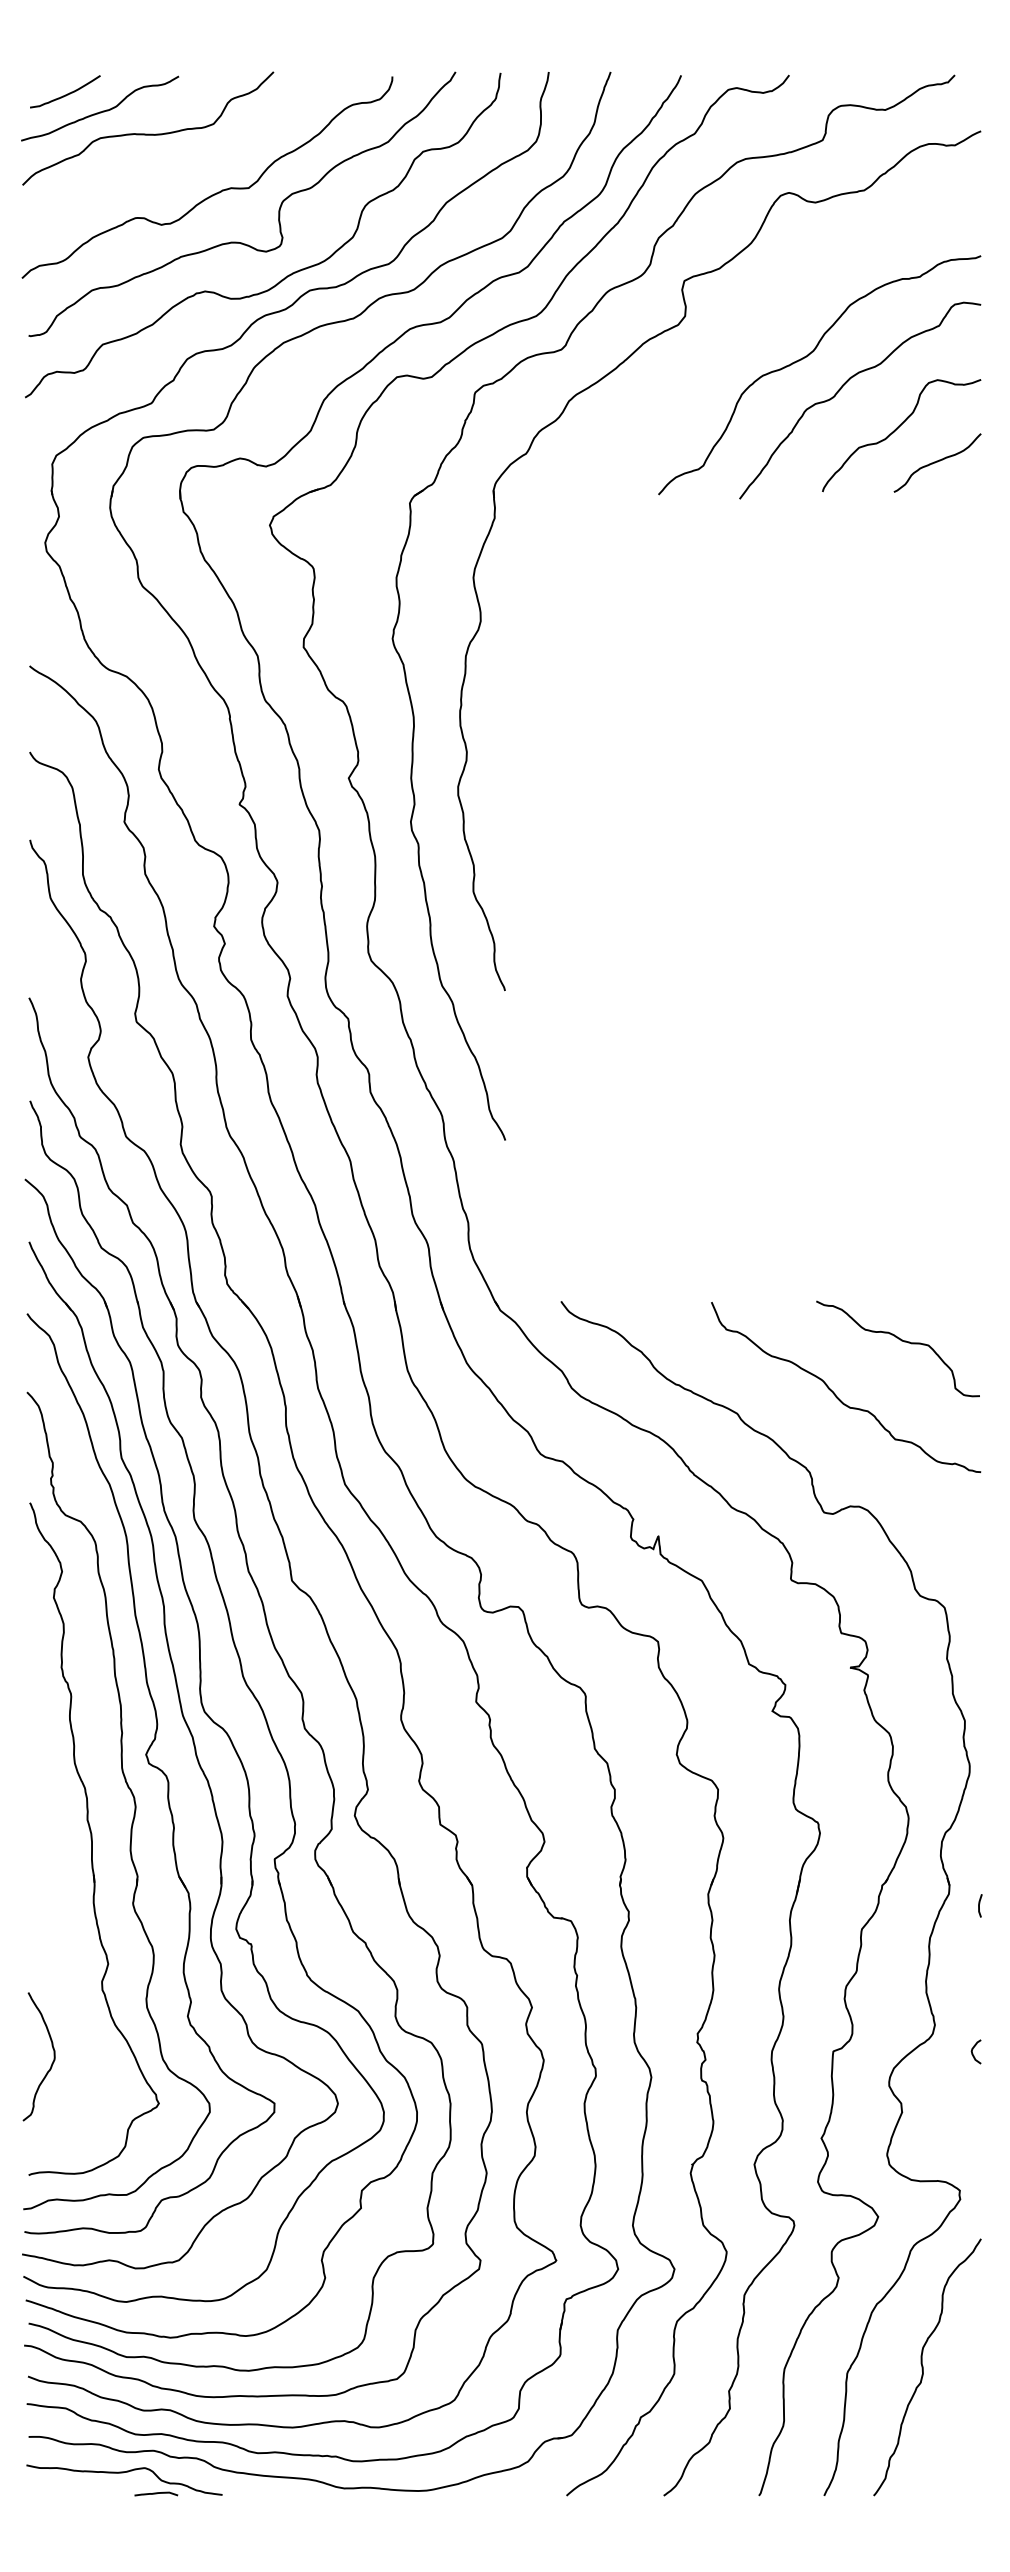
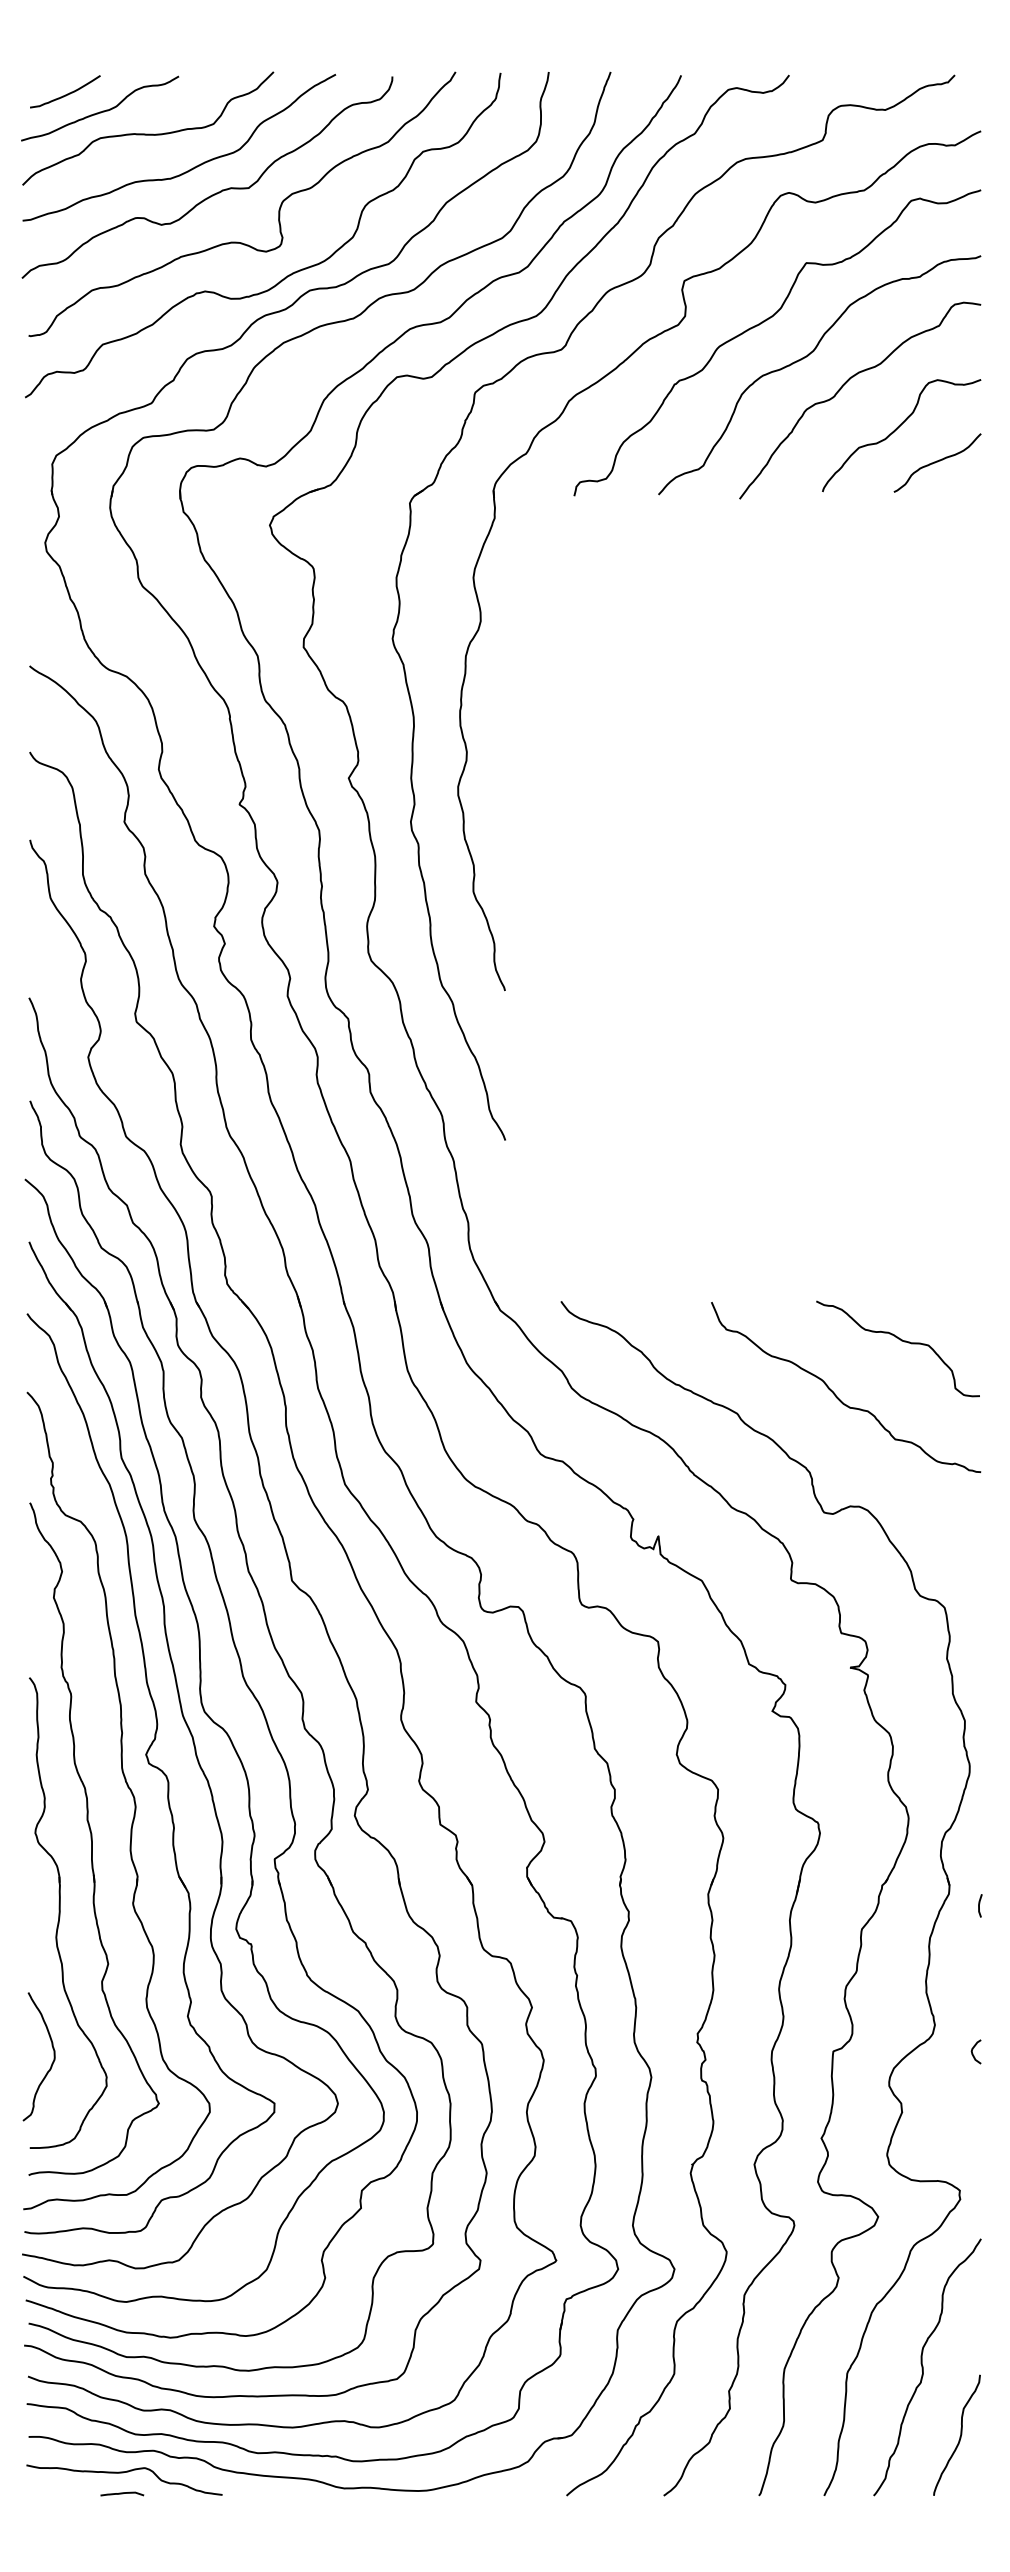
curve at (189, 169): none -> present
curve at (764, 322): none -> present
part at (60, 1912): none -> present
curve at (959, 2436): none -> present
curve at (156, 2493) position: (156, 2493) -> (122, 2493)
